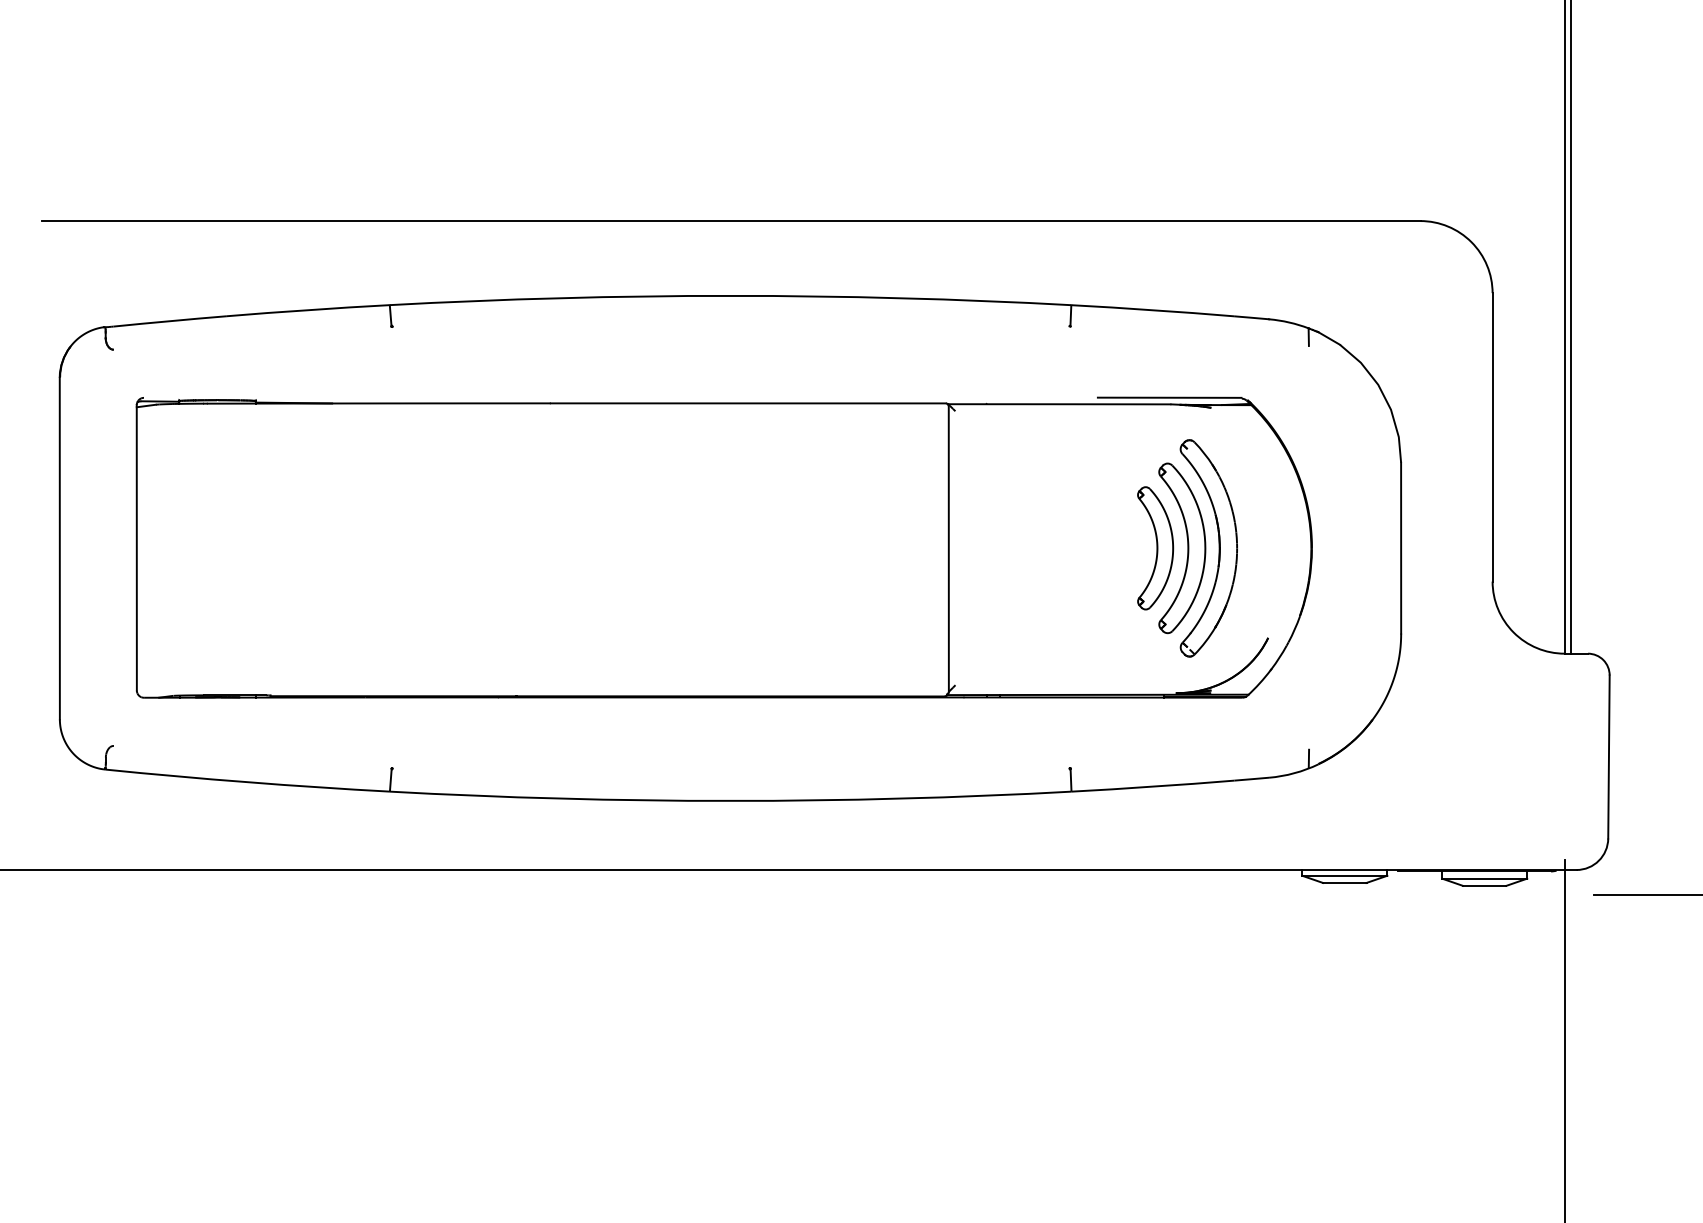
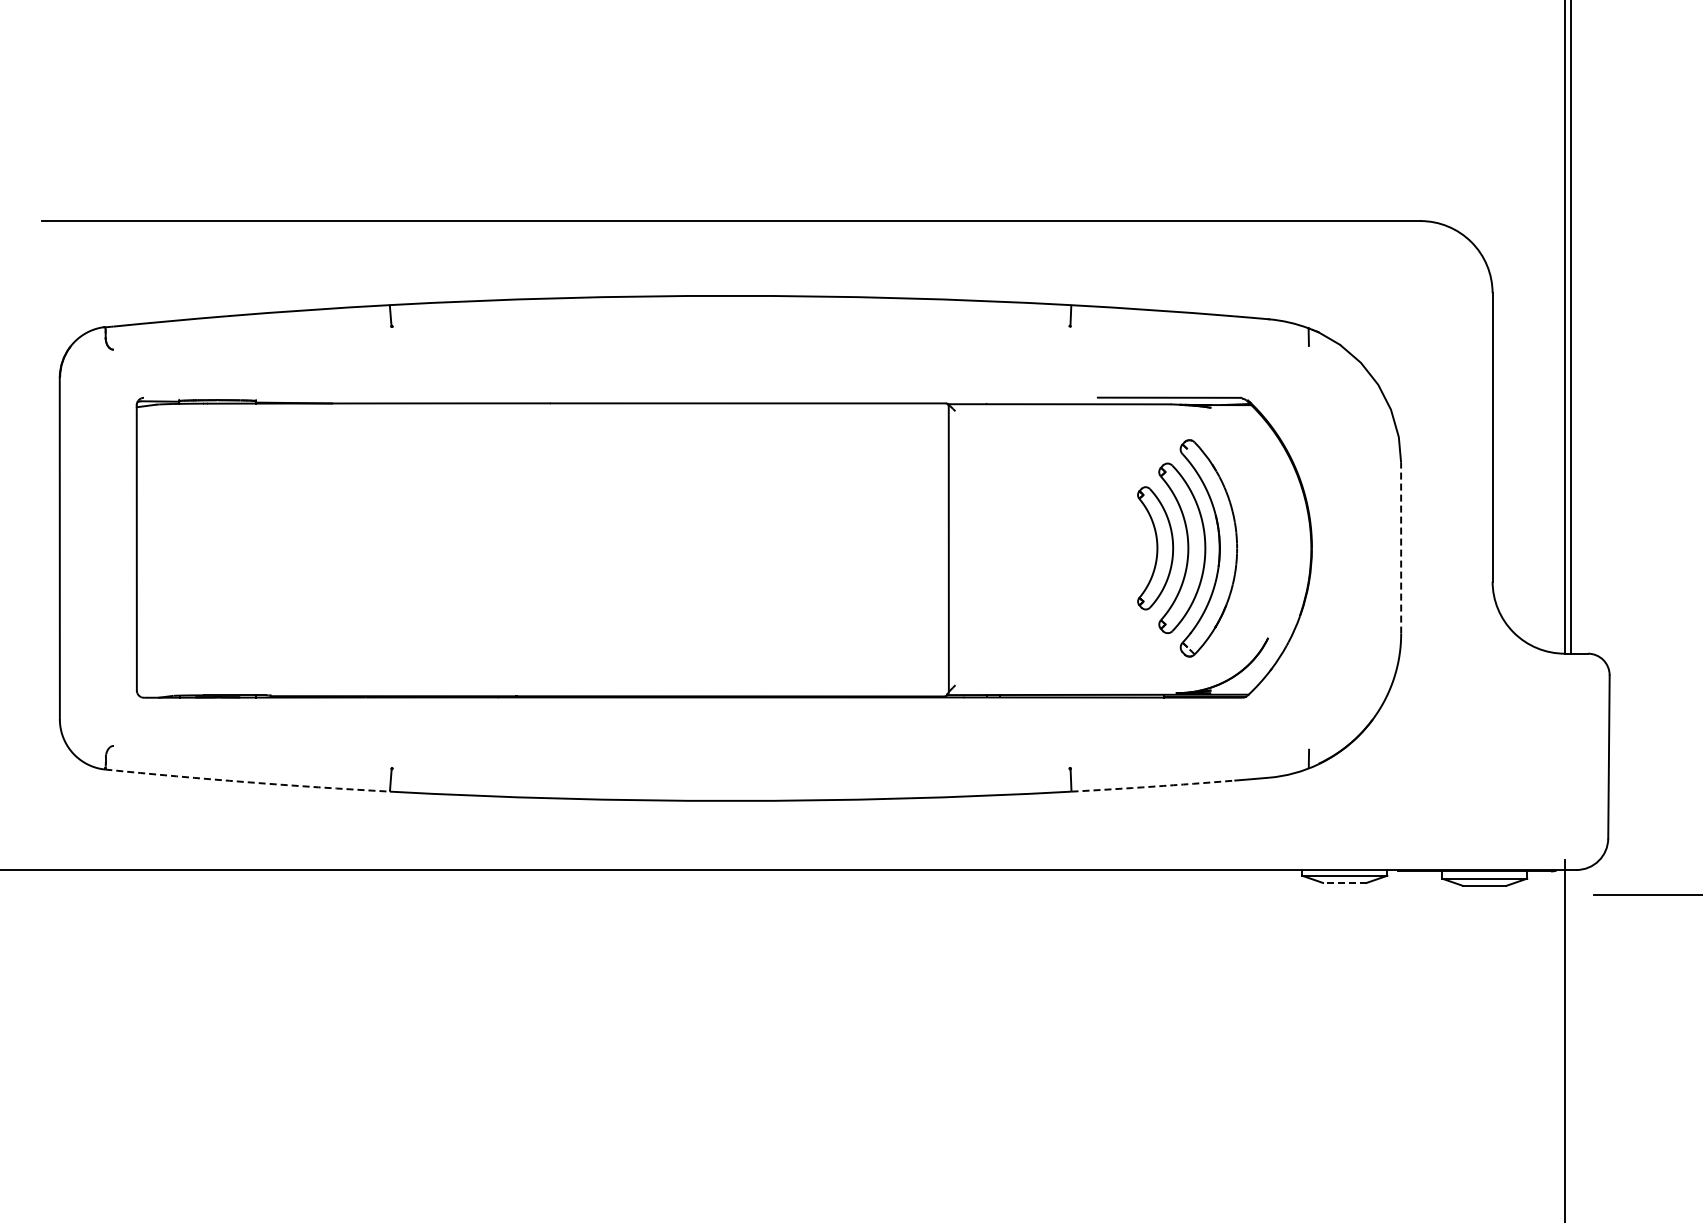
line at (1401, 547): solid -> dashed
arc at (247, 782): solid -> dashed
arc at (1152, 786): solid -> dashed
line at (1344, 882): solid -> dashed
